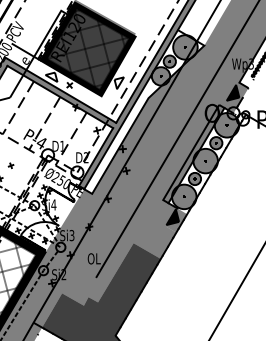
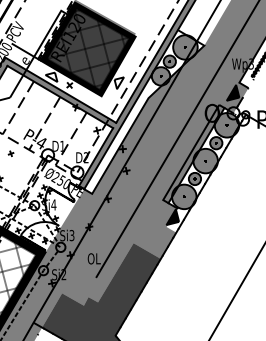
part at (10, 165) position: (10, 165) -> (10, 153)
fill at (176, 220): present -> none
